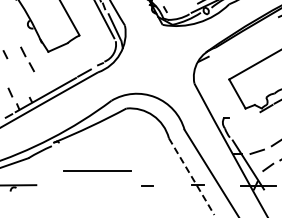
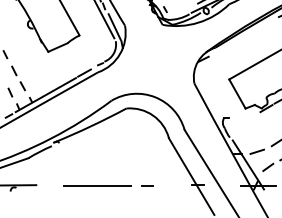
part at (27, 59) position: (27, 59) -> (18, 78)
line at (97, 170) position: (97, 170) -> (97, 185)
line at (191, 176): dashed -> solid
